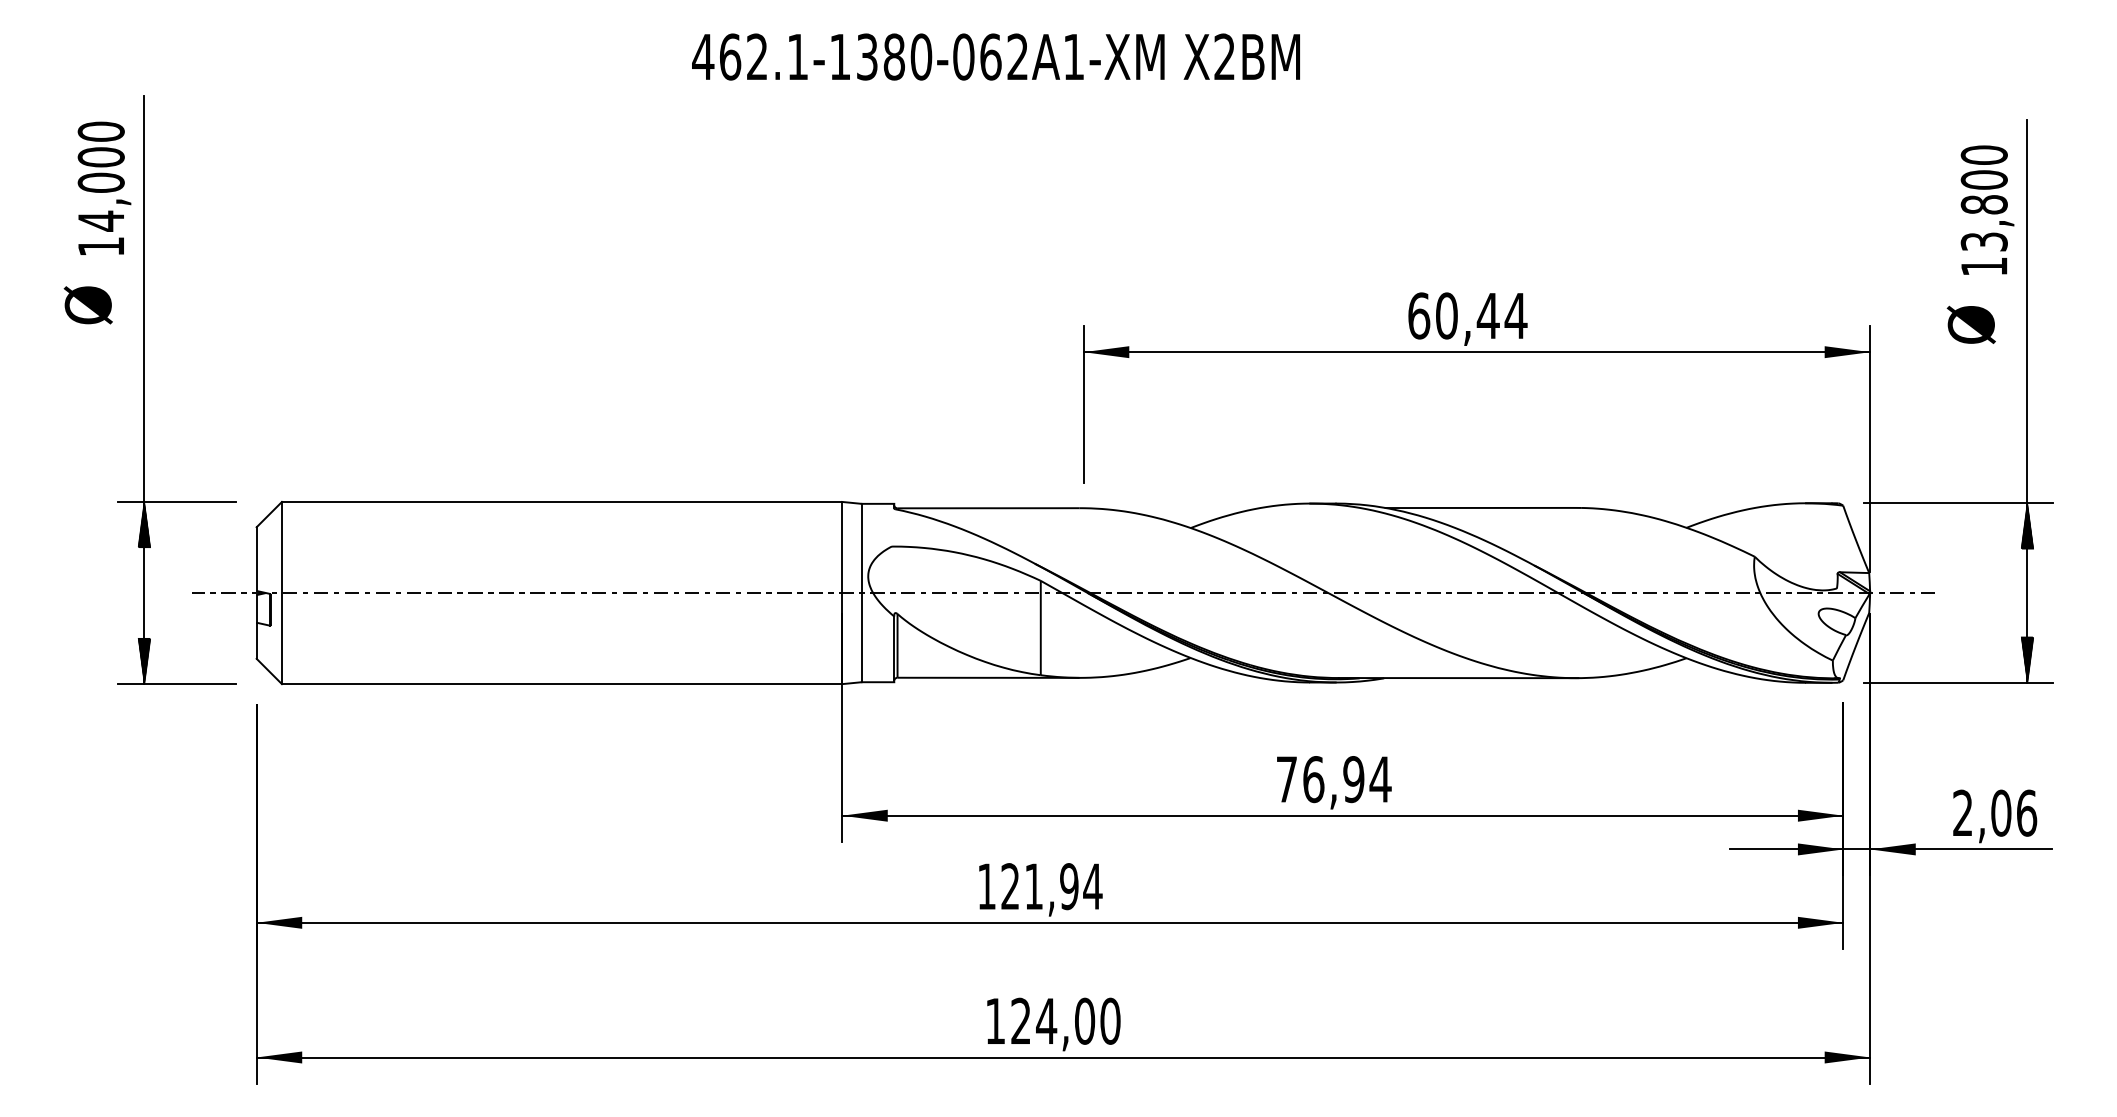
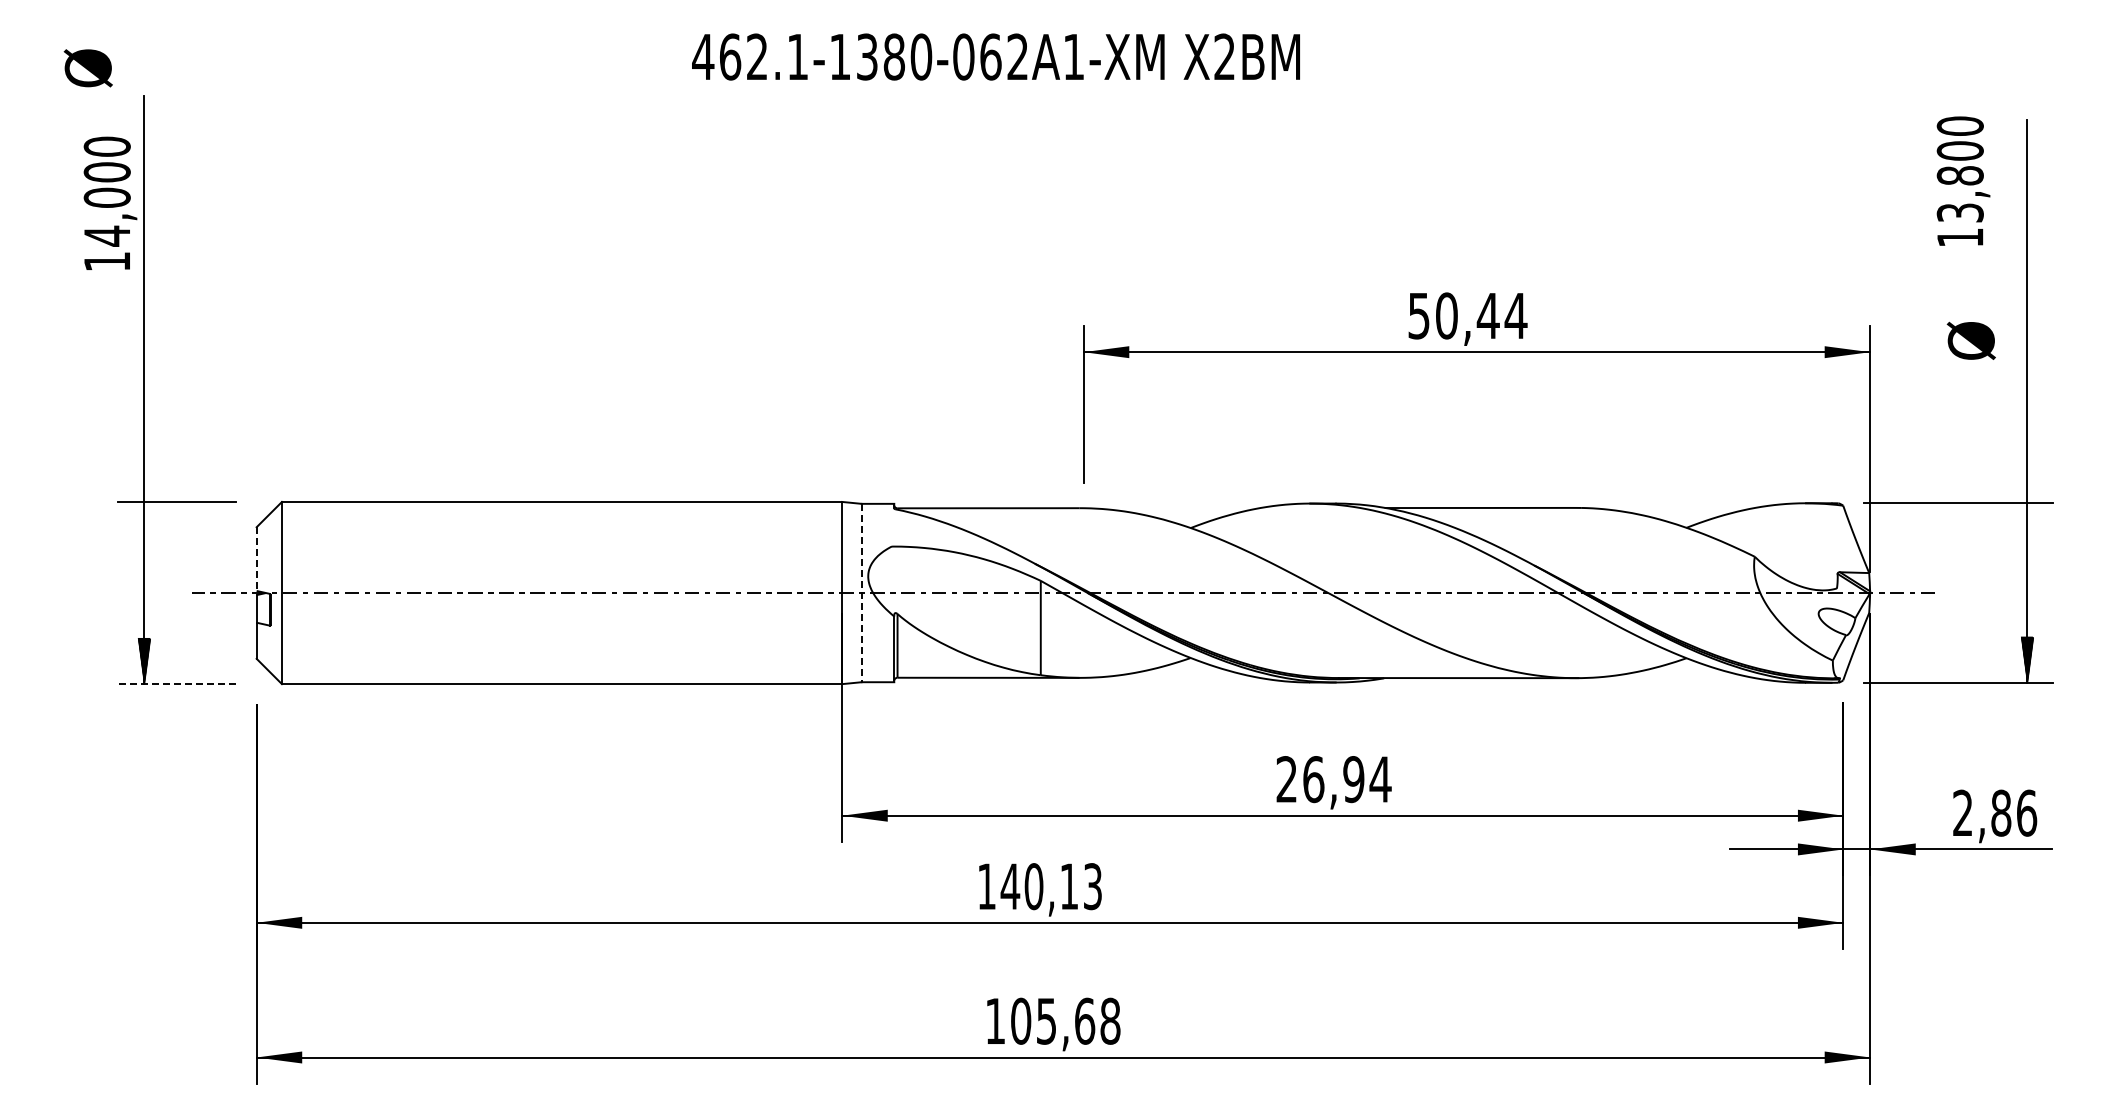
text at (104, 187) position: (104, 187) -> (110, 202)
text at (1987, 209) position: (1987, 209) -> (1963, 180)
text at (87, 305) position: (87, 305) -> (87, 68)
text at (1419, 315): 60,44 -> 50,44
text at (1970, 324) position: (1970, 324) -> (1970, 340)
hatch at (144, 524): present -> none
hatch at (2027, 525): present -> none
line at (256, 559): solid -> dashed
line at (861, 593): solid -> dashed
line at (177, 684): solid -> dashed
text at (1286, 779): 76,94 -> 26,94
text at (2001, 812): 2,06 -> 2,86
text at (1051, 886): 121,94 -> 140,13
text at (1065, 1020): 124,00 -> 105,68
